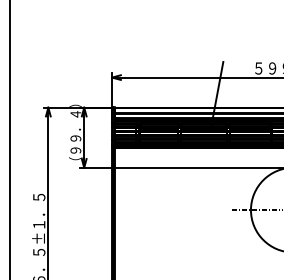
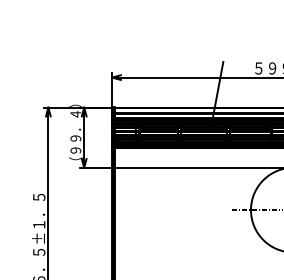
line at (9, 139): present -> none
